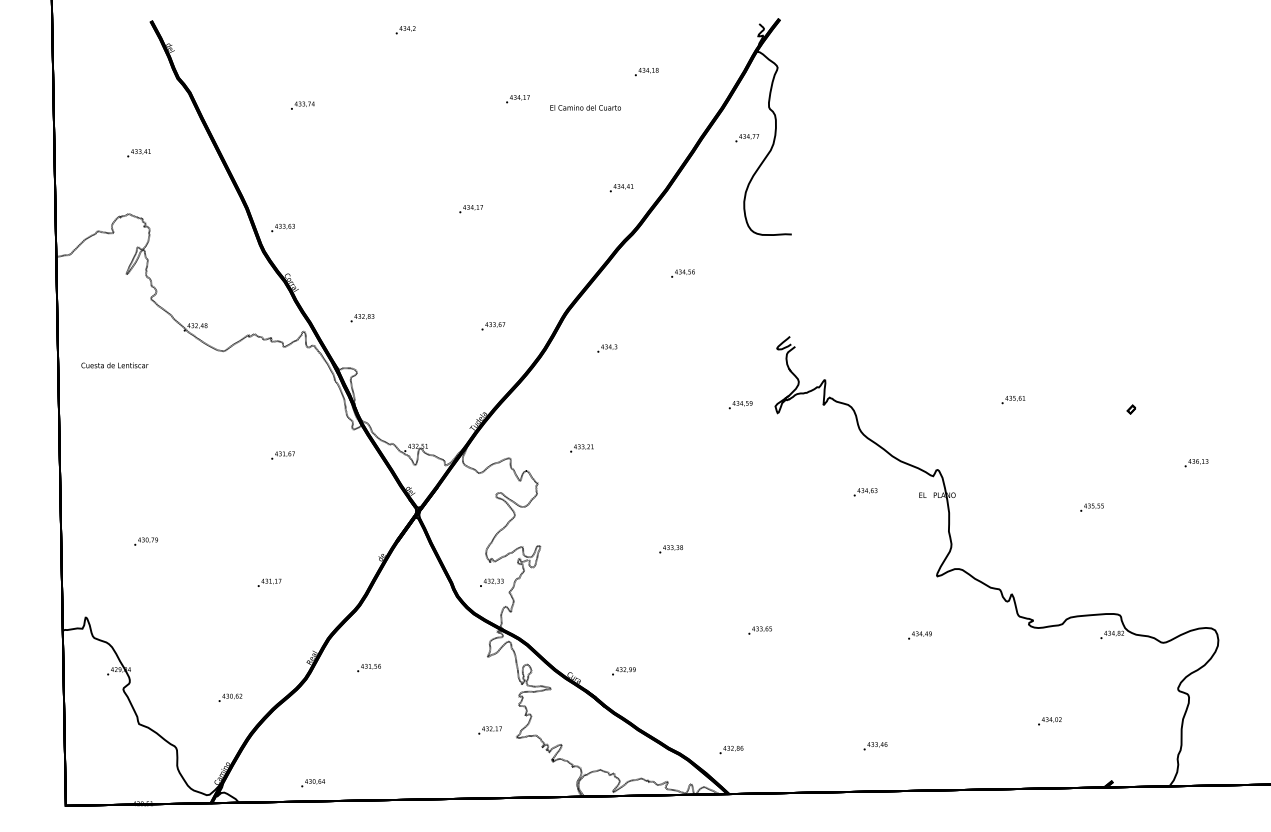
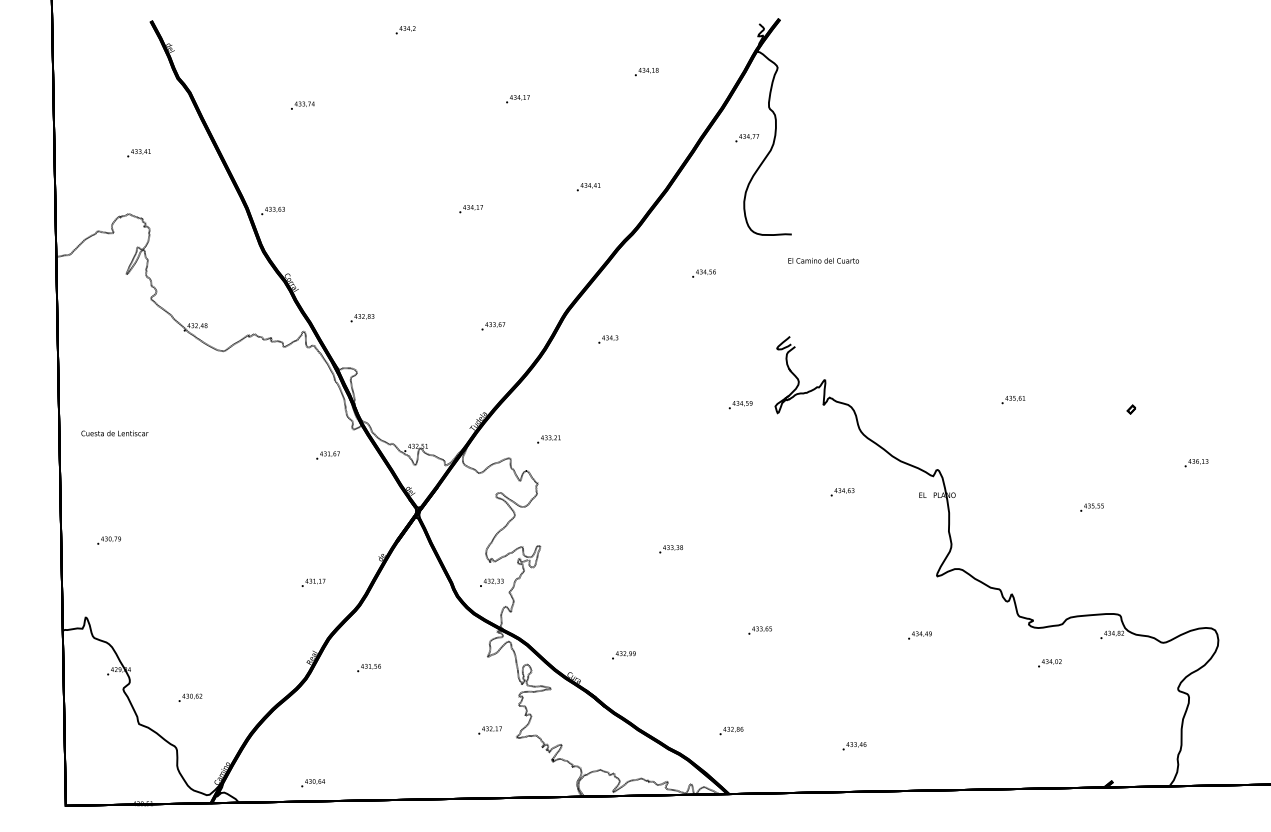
text at (585, 107) position: (585, 107) -> (823, 260)
text at (621, 188) position: (621, 188) -> (588, 187)
text at (282, 228) position: (282, 228) -> (272, 211)
text at (682, 273) position: (682, 273) -> (703, 273)
text at (607, 348) position: (607, 348) -> (608, 339)
text at (114, 365) position: (114, 365) -> (114, 433)
text at (581, 448) position: (581, 448) -> (548, 439)
text at (282, 455) position: (282, 455) -> (327, 455)
text at (865, 492) position: (865, 492) -> (842, 492)
text at (145, 541) position: (145, 541) -> (108, 540)
text at (269, 582) position: (269, 582) -> (313, 582)
text at (623, 671) position: (623, 671) -> (623, 655)
text at (230, 697) position: (230, 697) -> (190, 697)
text at (1049, 721) position: (1049, 721) -> (1049, 663)
text at (875, 746) position: (875, 746) -> (854, 746)
text at (731, 750) position: (731, 750) -> (731, 731)
